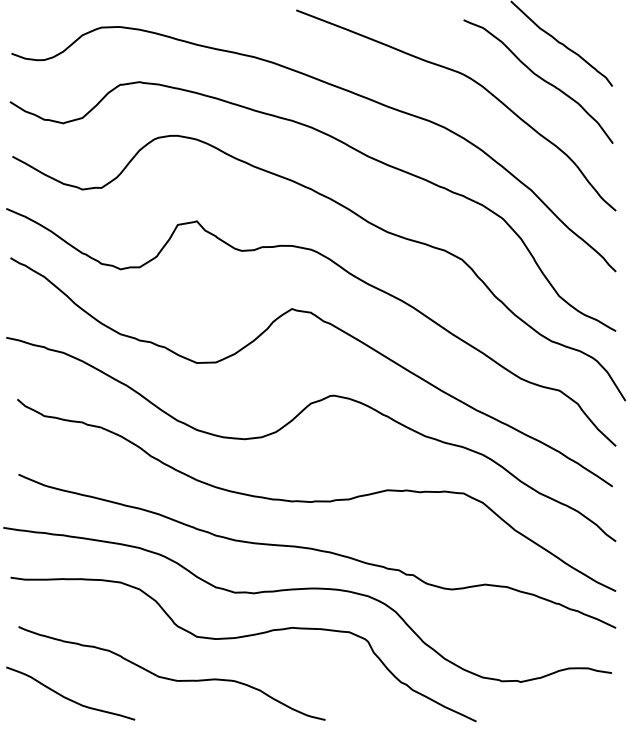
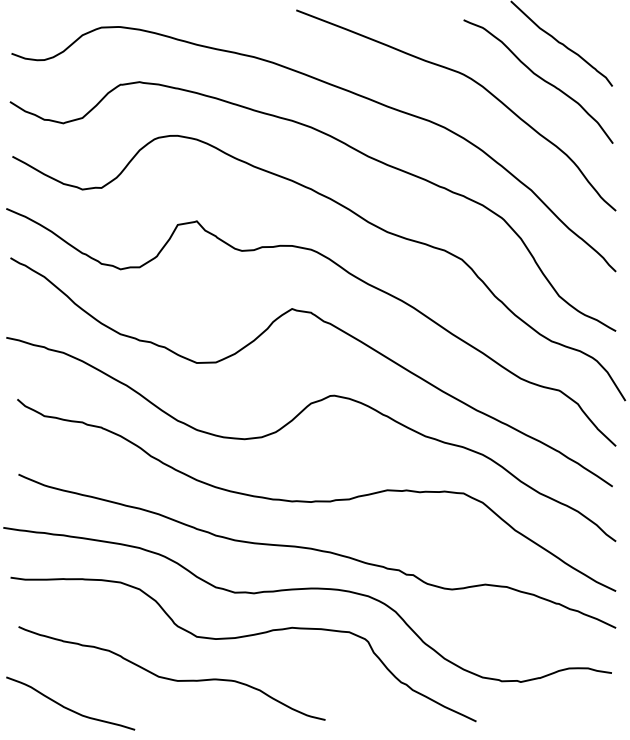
curve at (67, 697) position: (67, 697) -> (67, 707)
